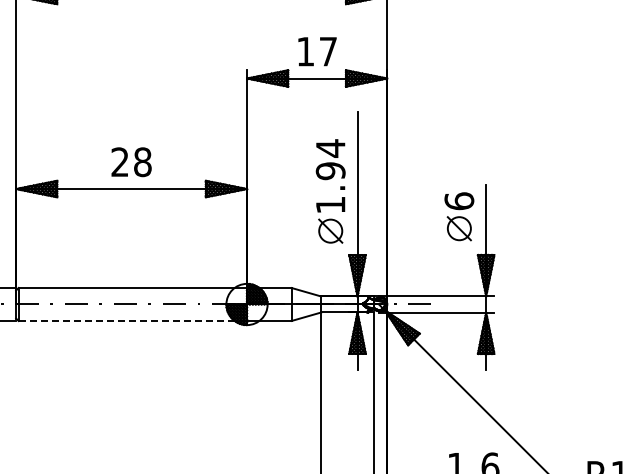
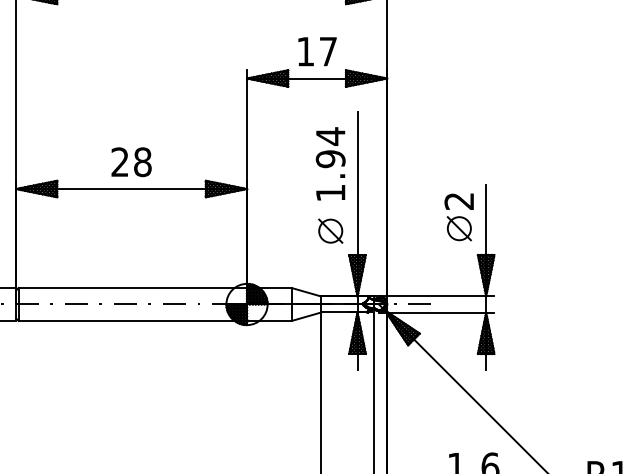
text at (330, 175) position: (330, 175) -> (330, 163)
text at (459, 201): 6 -> 2
line at (133, 320): dashed -> solid
